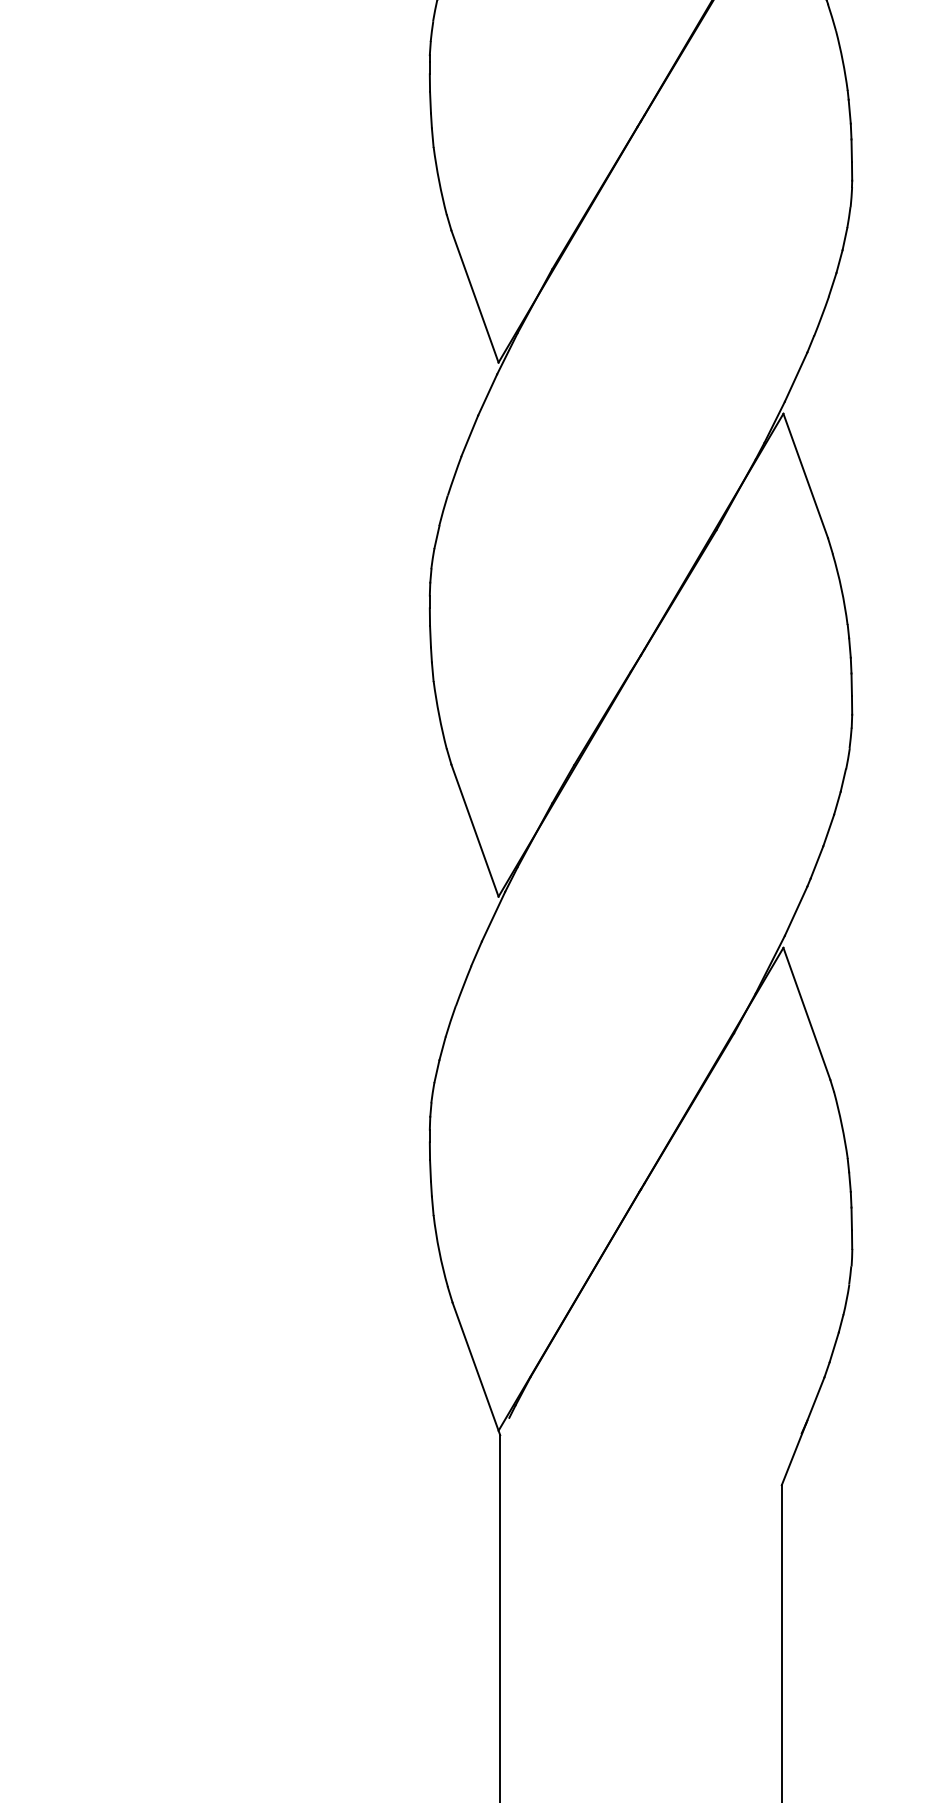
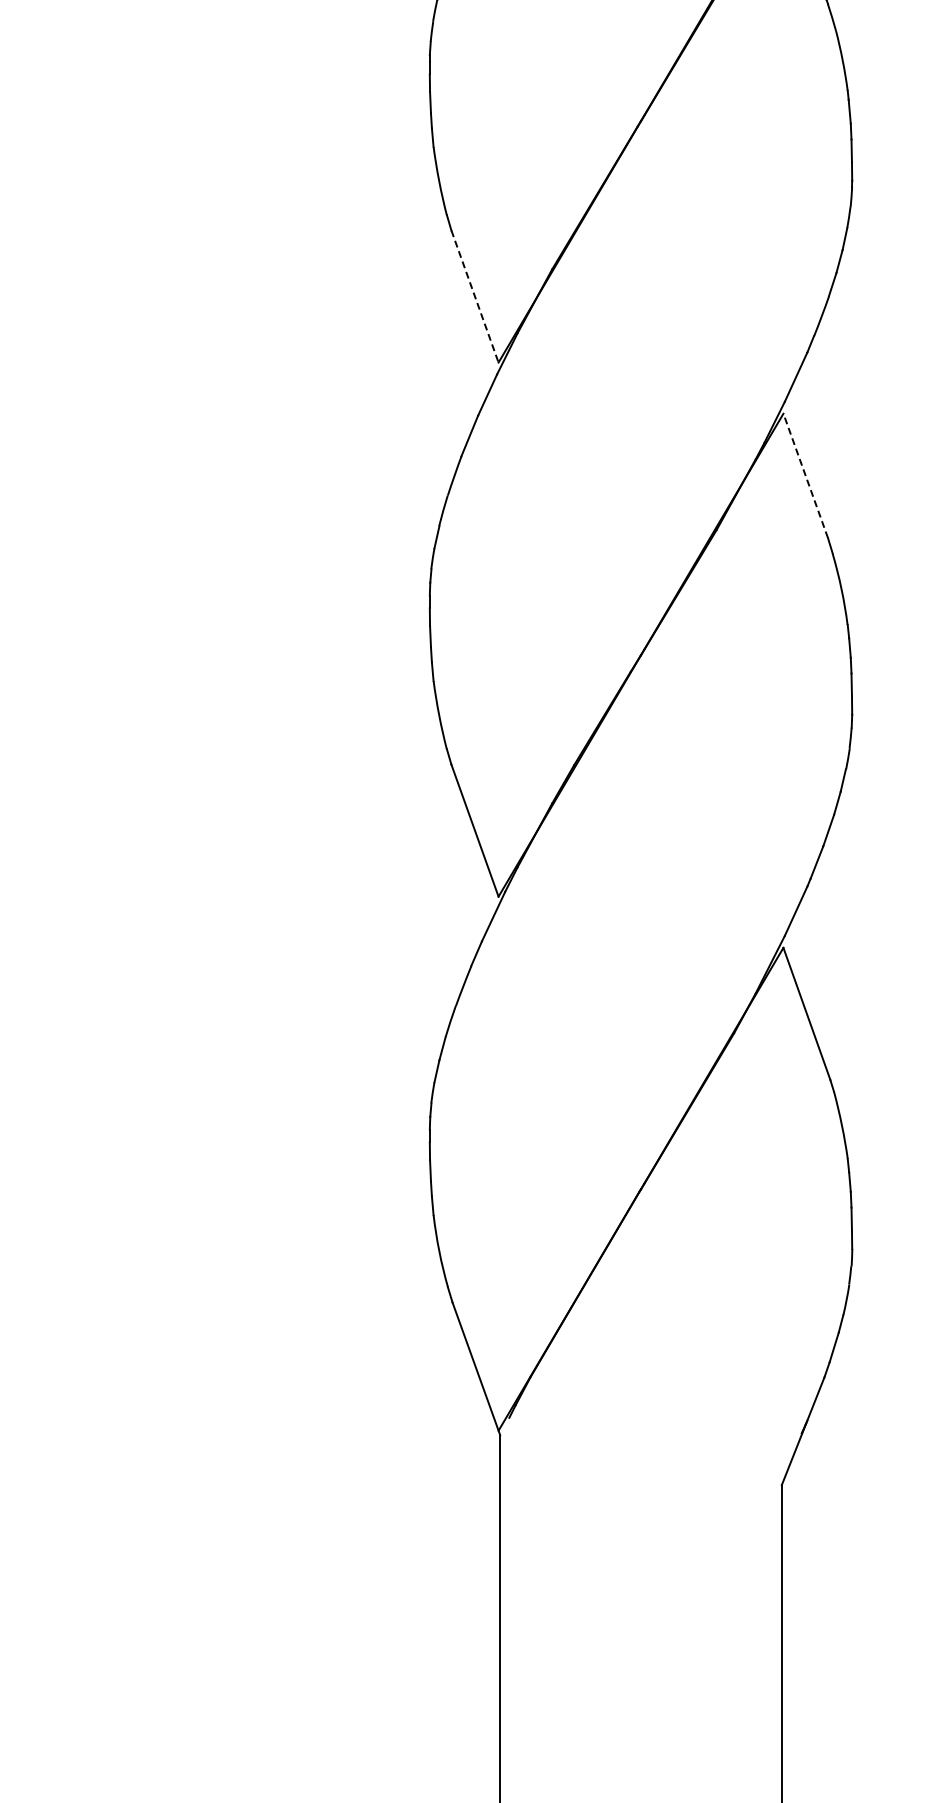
line at (475, 297): solid -> dashed
line at (805, 475): solid -> dashed
